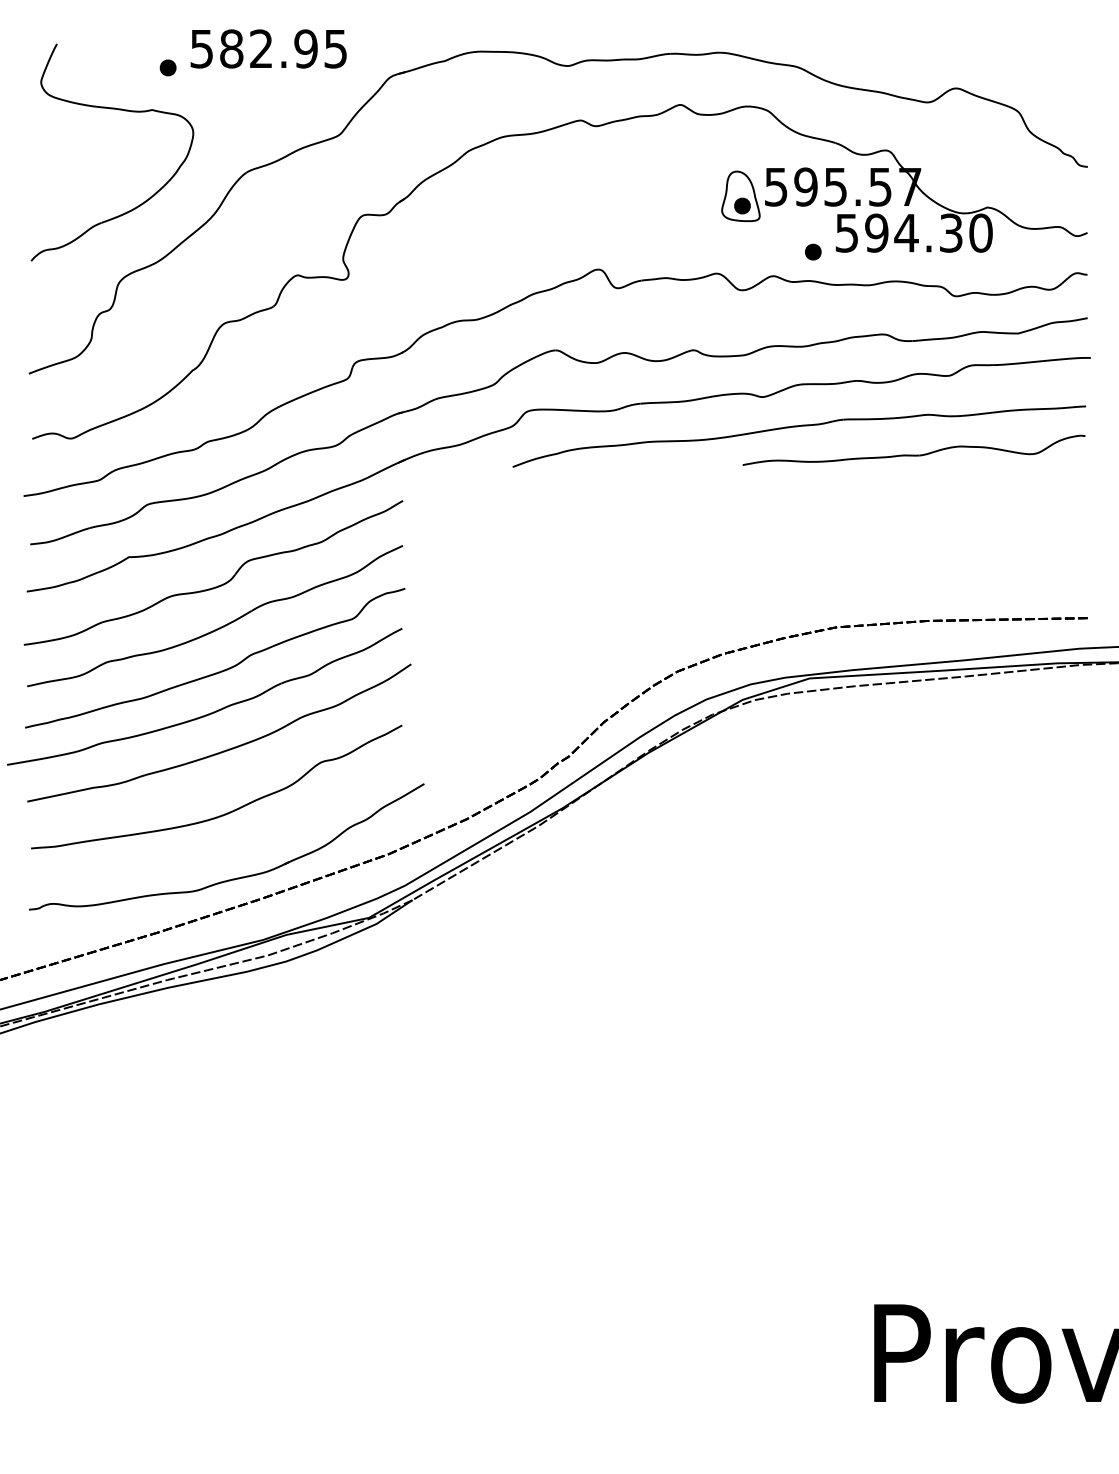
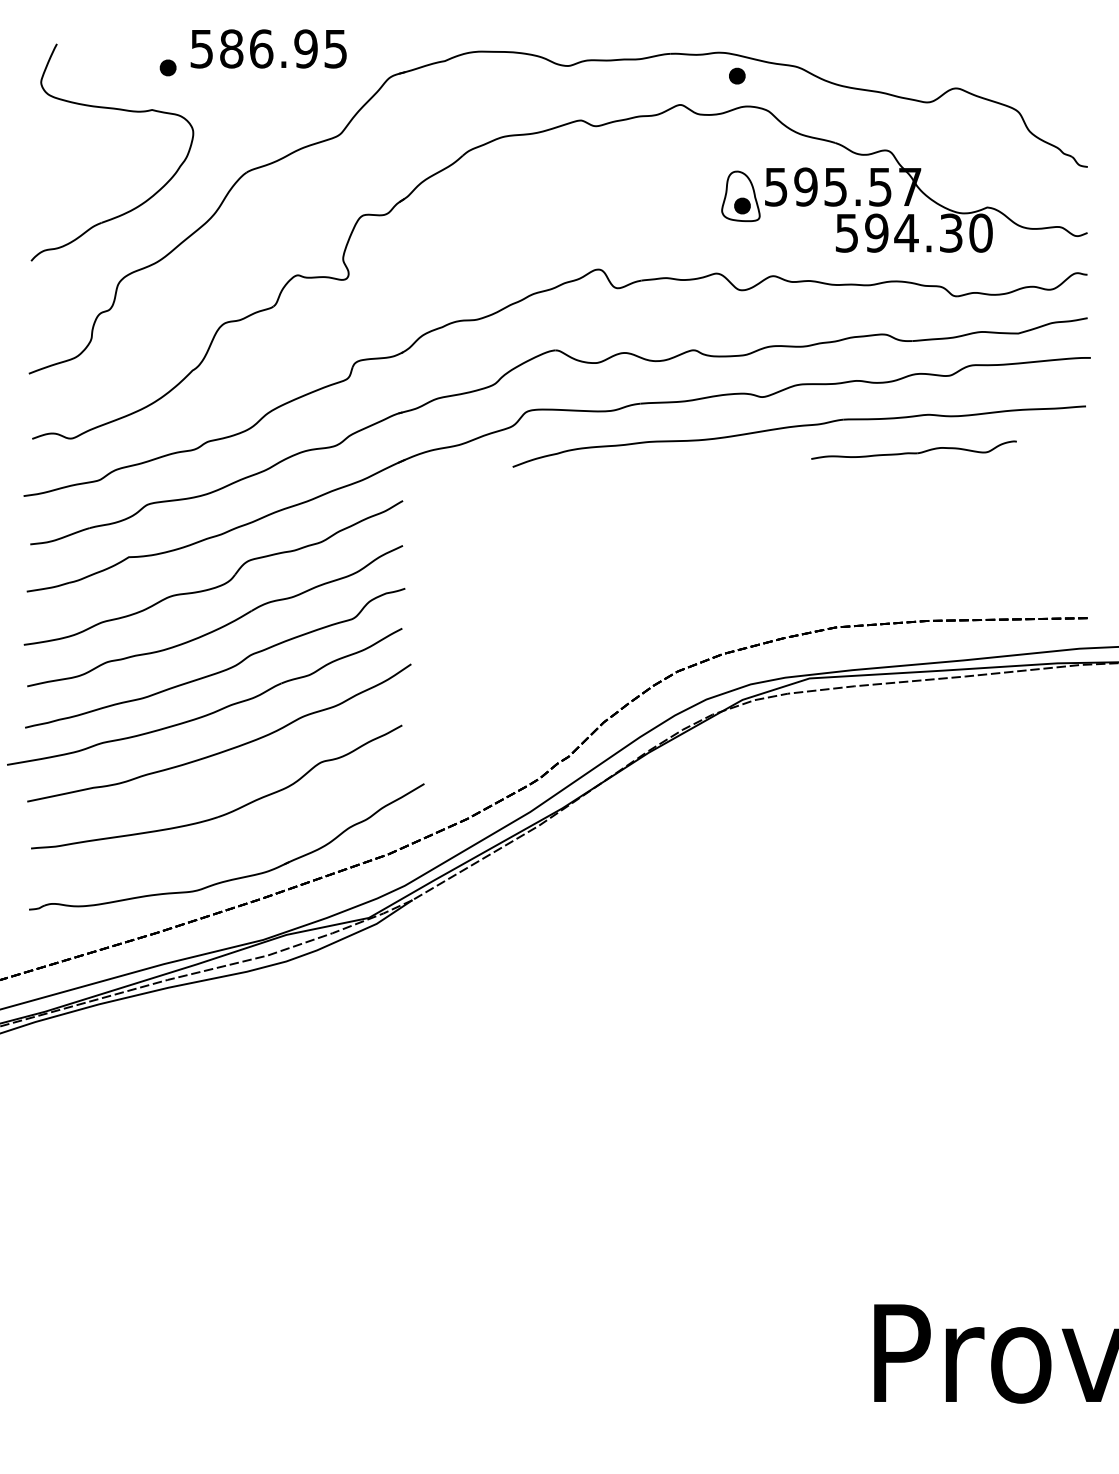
text at (261, 48): 582.95 -> 586.95
part at (813, 251) position: (813, 251) -> (737, 75)
part at (913, 449) size: 344x32 px -> 206x20 px
